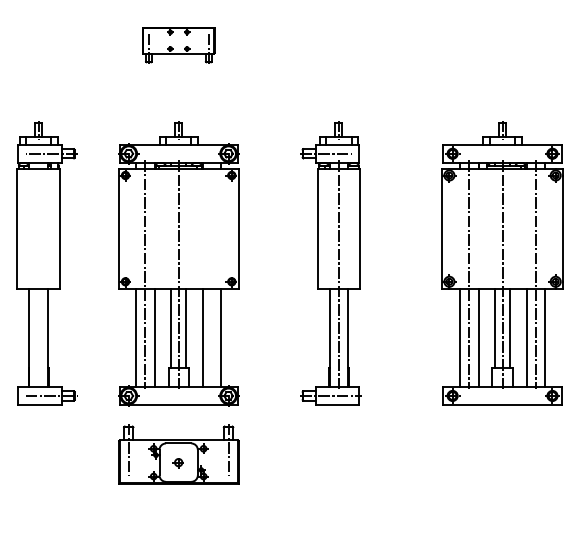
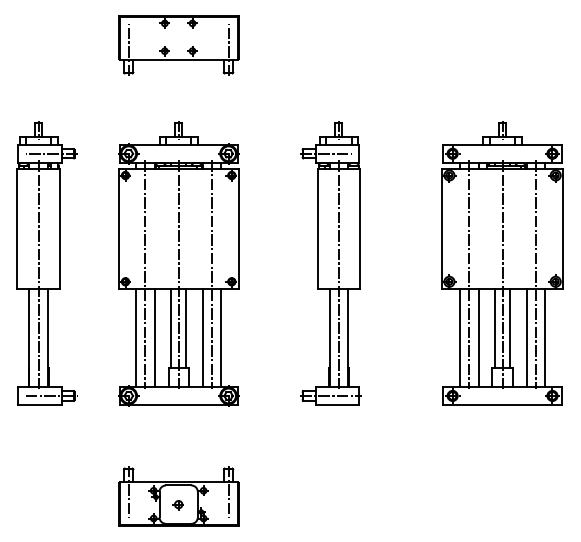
part at (178, 45) size: 74x37 px -> 122x61 px
line at (38, 274): none -> present
line at (211, 274): none -> present
part at (178, 454) position: (178, 454) -> (178, 496)
